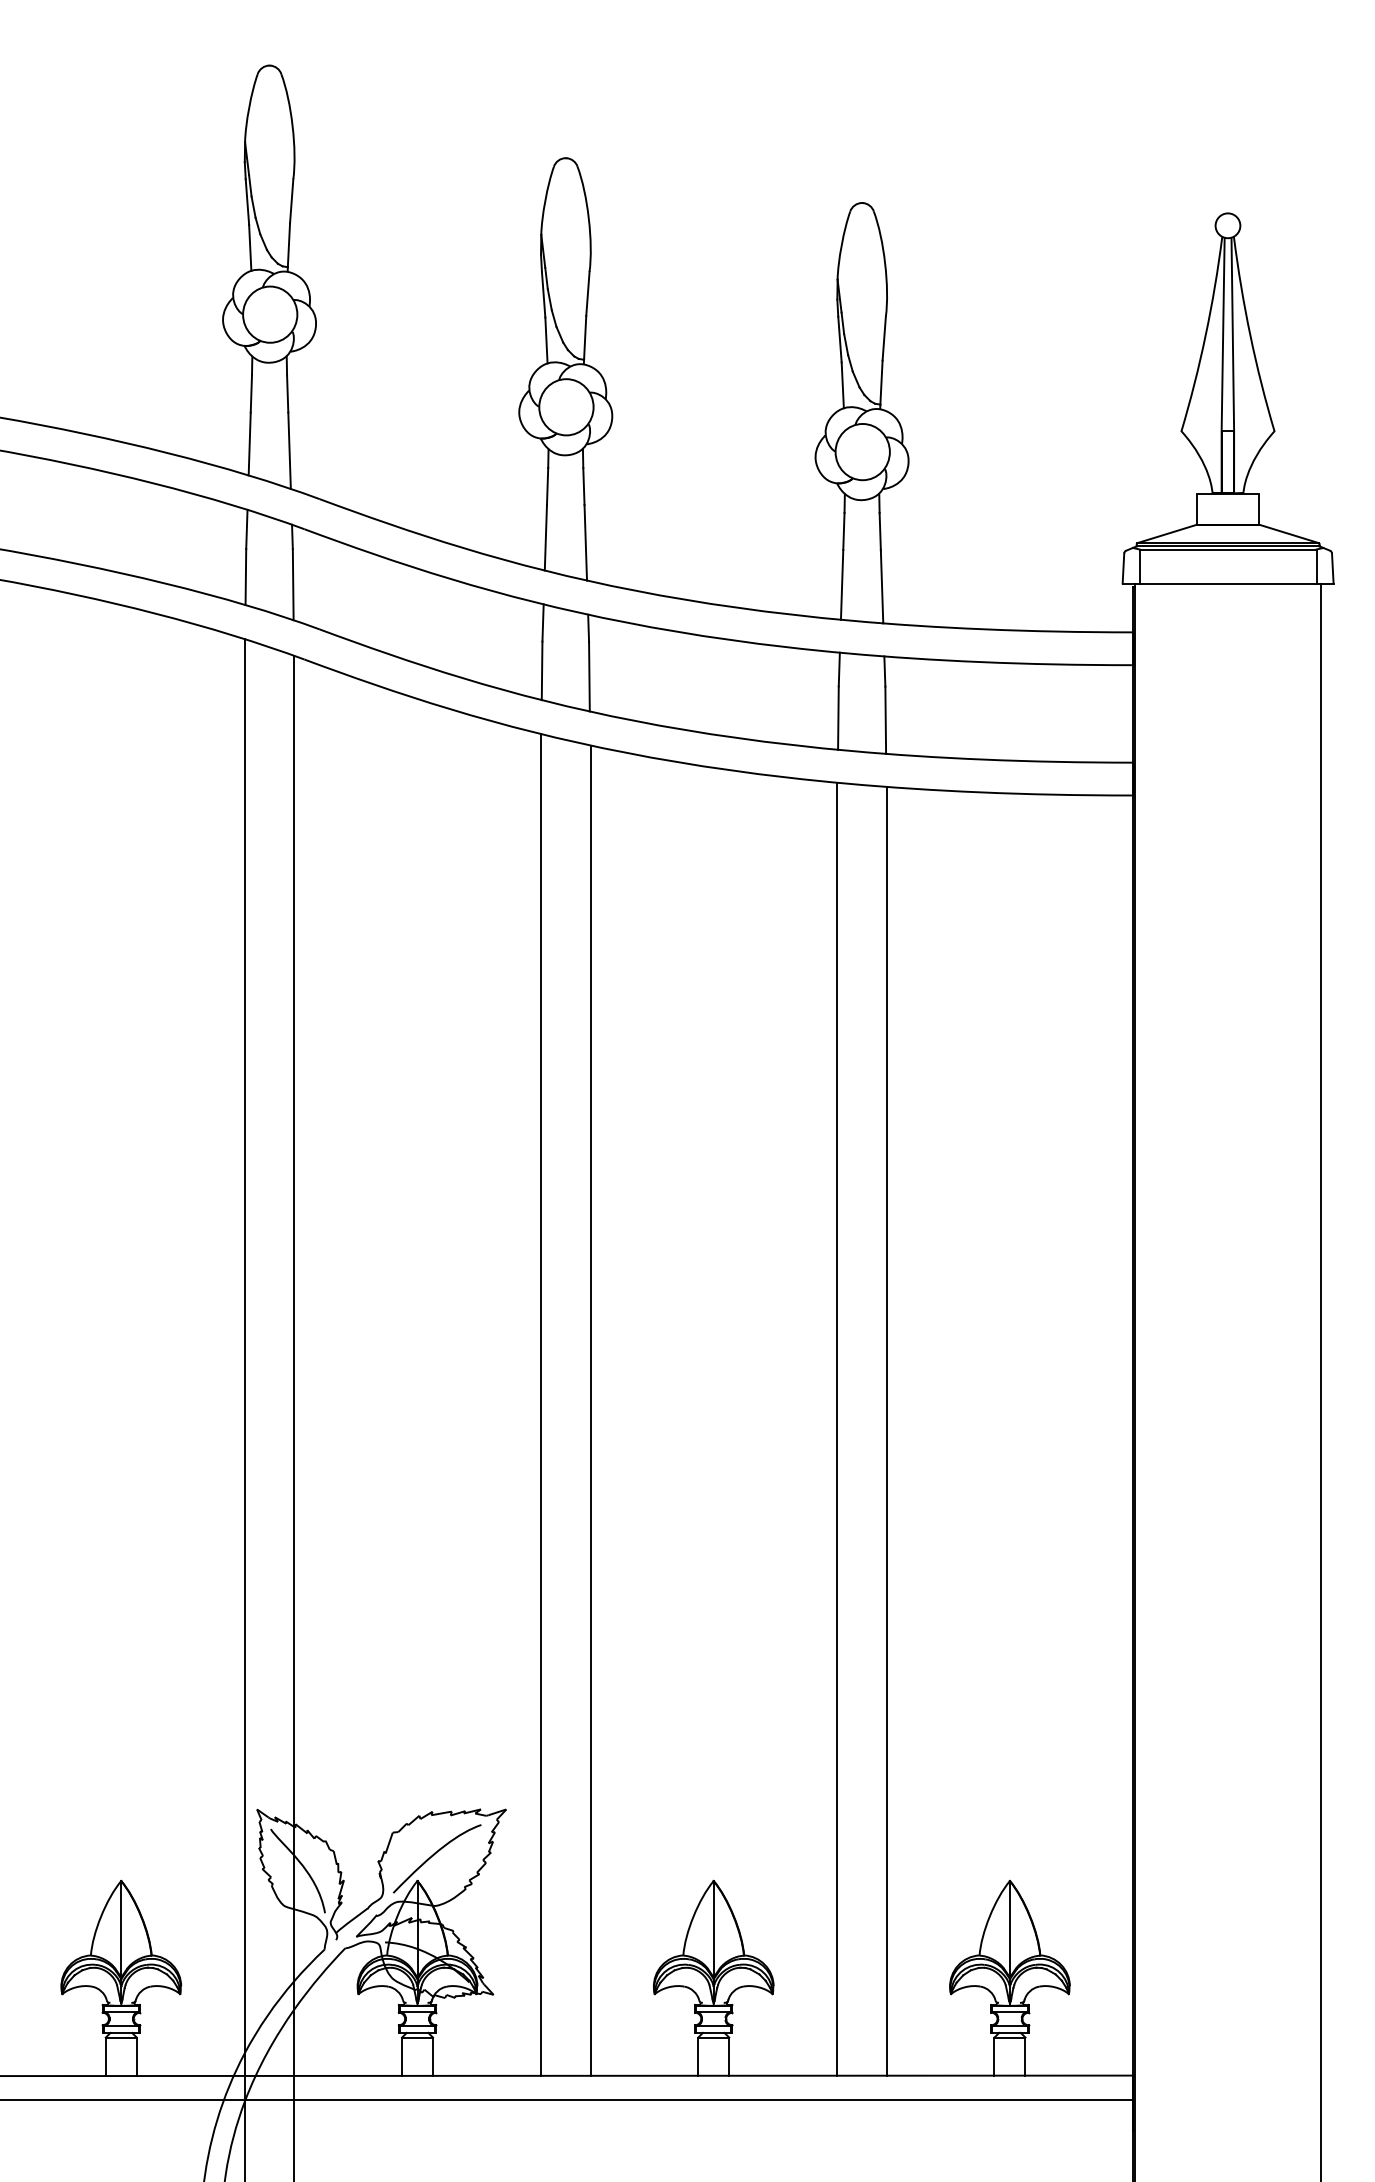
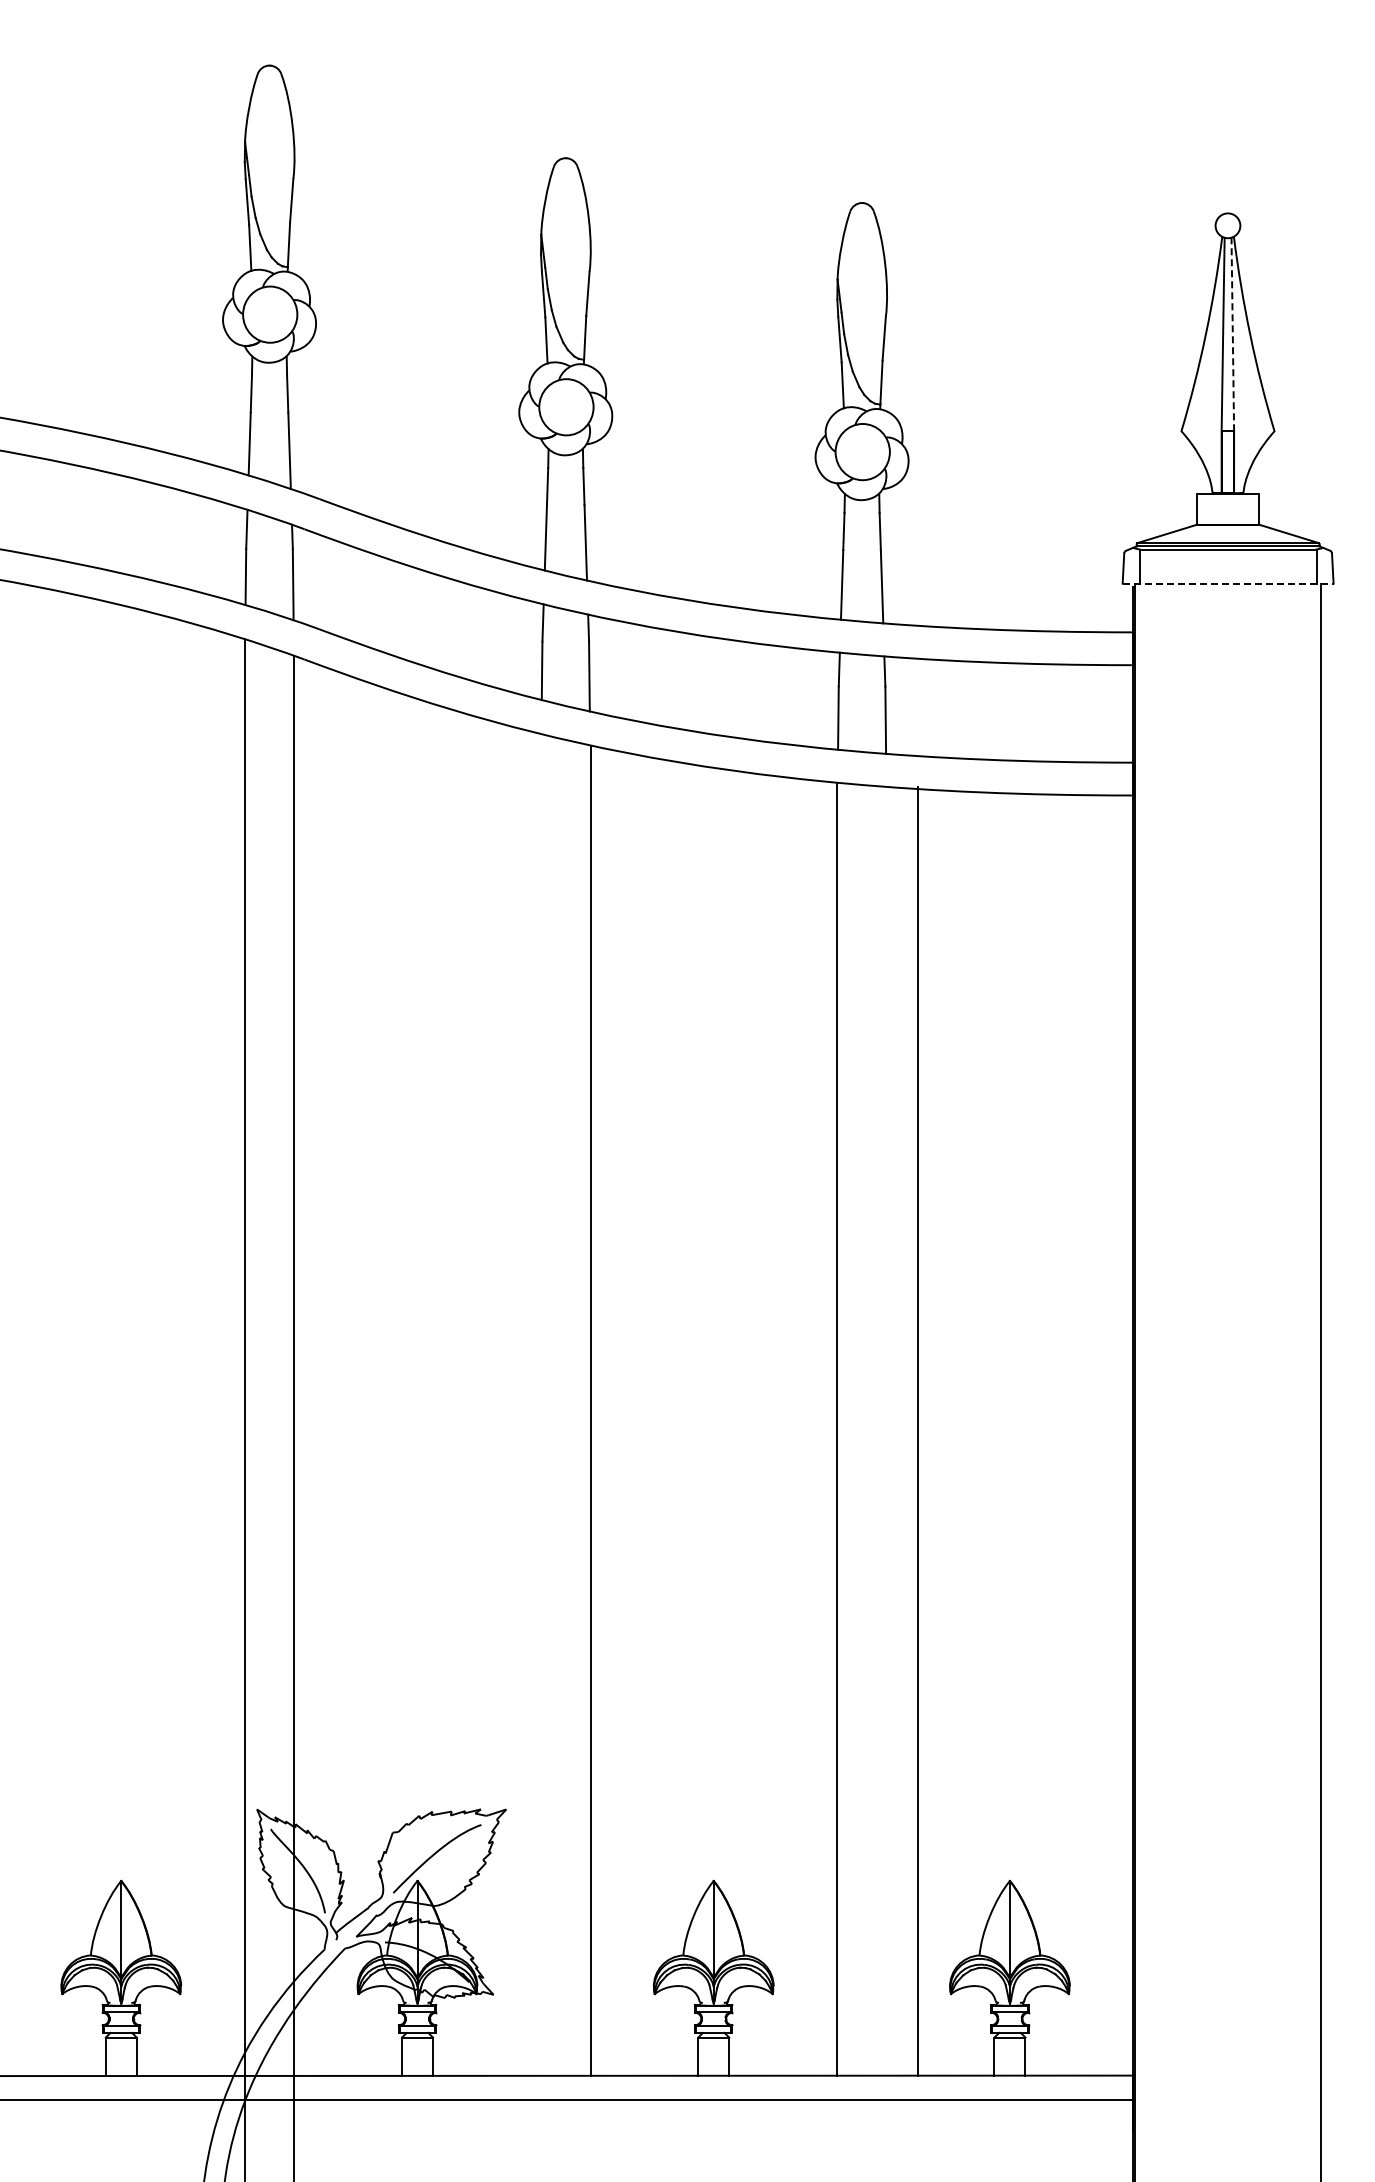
line at (1232, 334): solid -> dashed
line at (1228, 583): solid -> dashed
line at (541, 1404): present -> none
line at (886, 1430) position: (886, 1430) -> (917, 1430)
